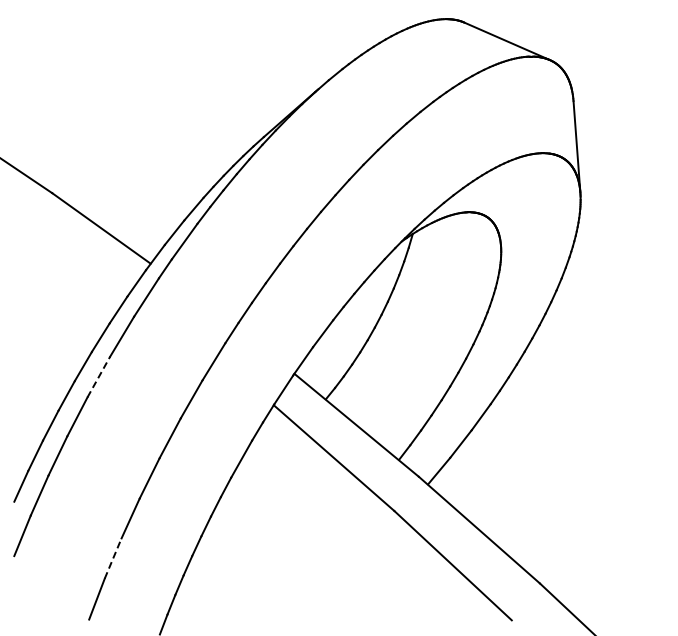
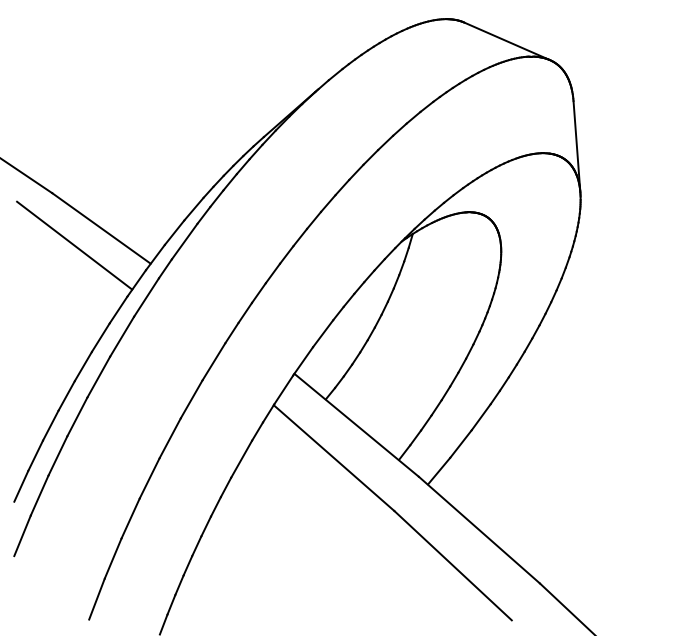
line at (74, 245): none -> present
line at (99, 376): dashed -> solid
line at (113, 558): dashed -> solid
